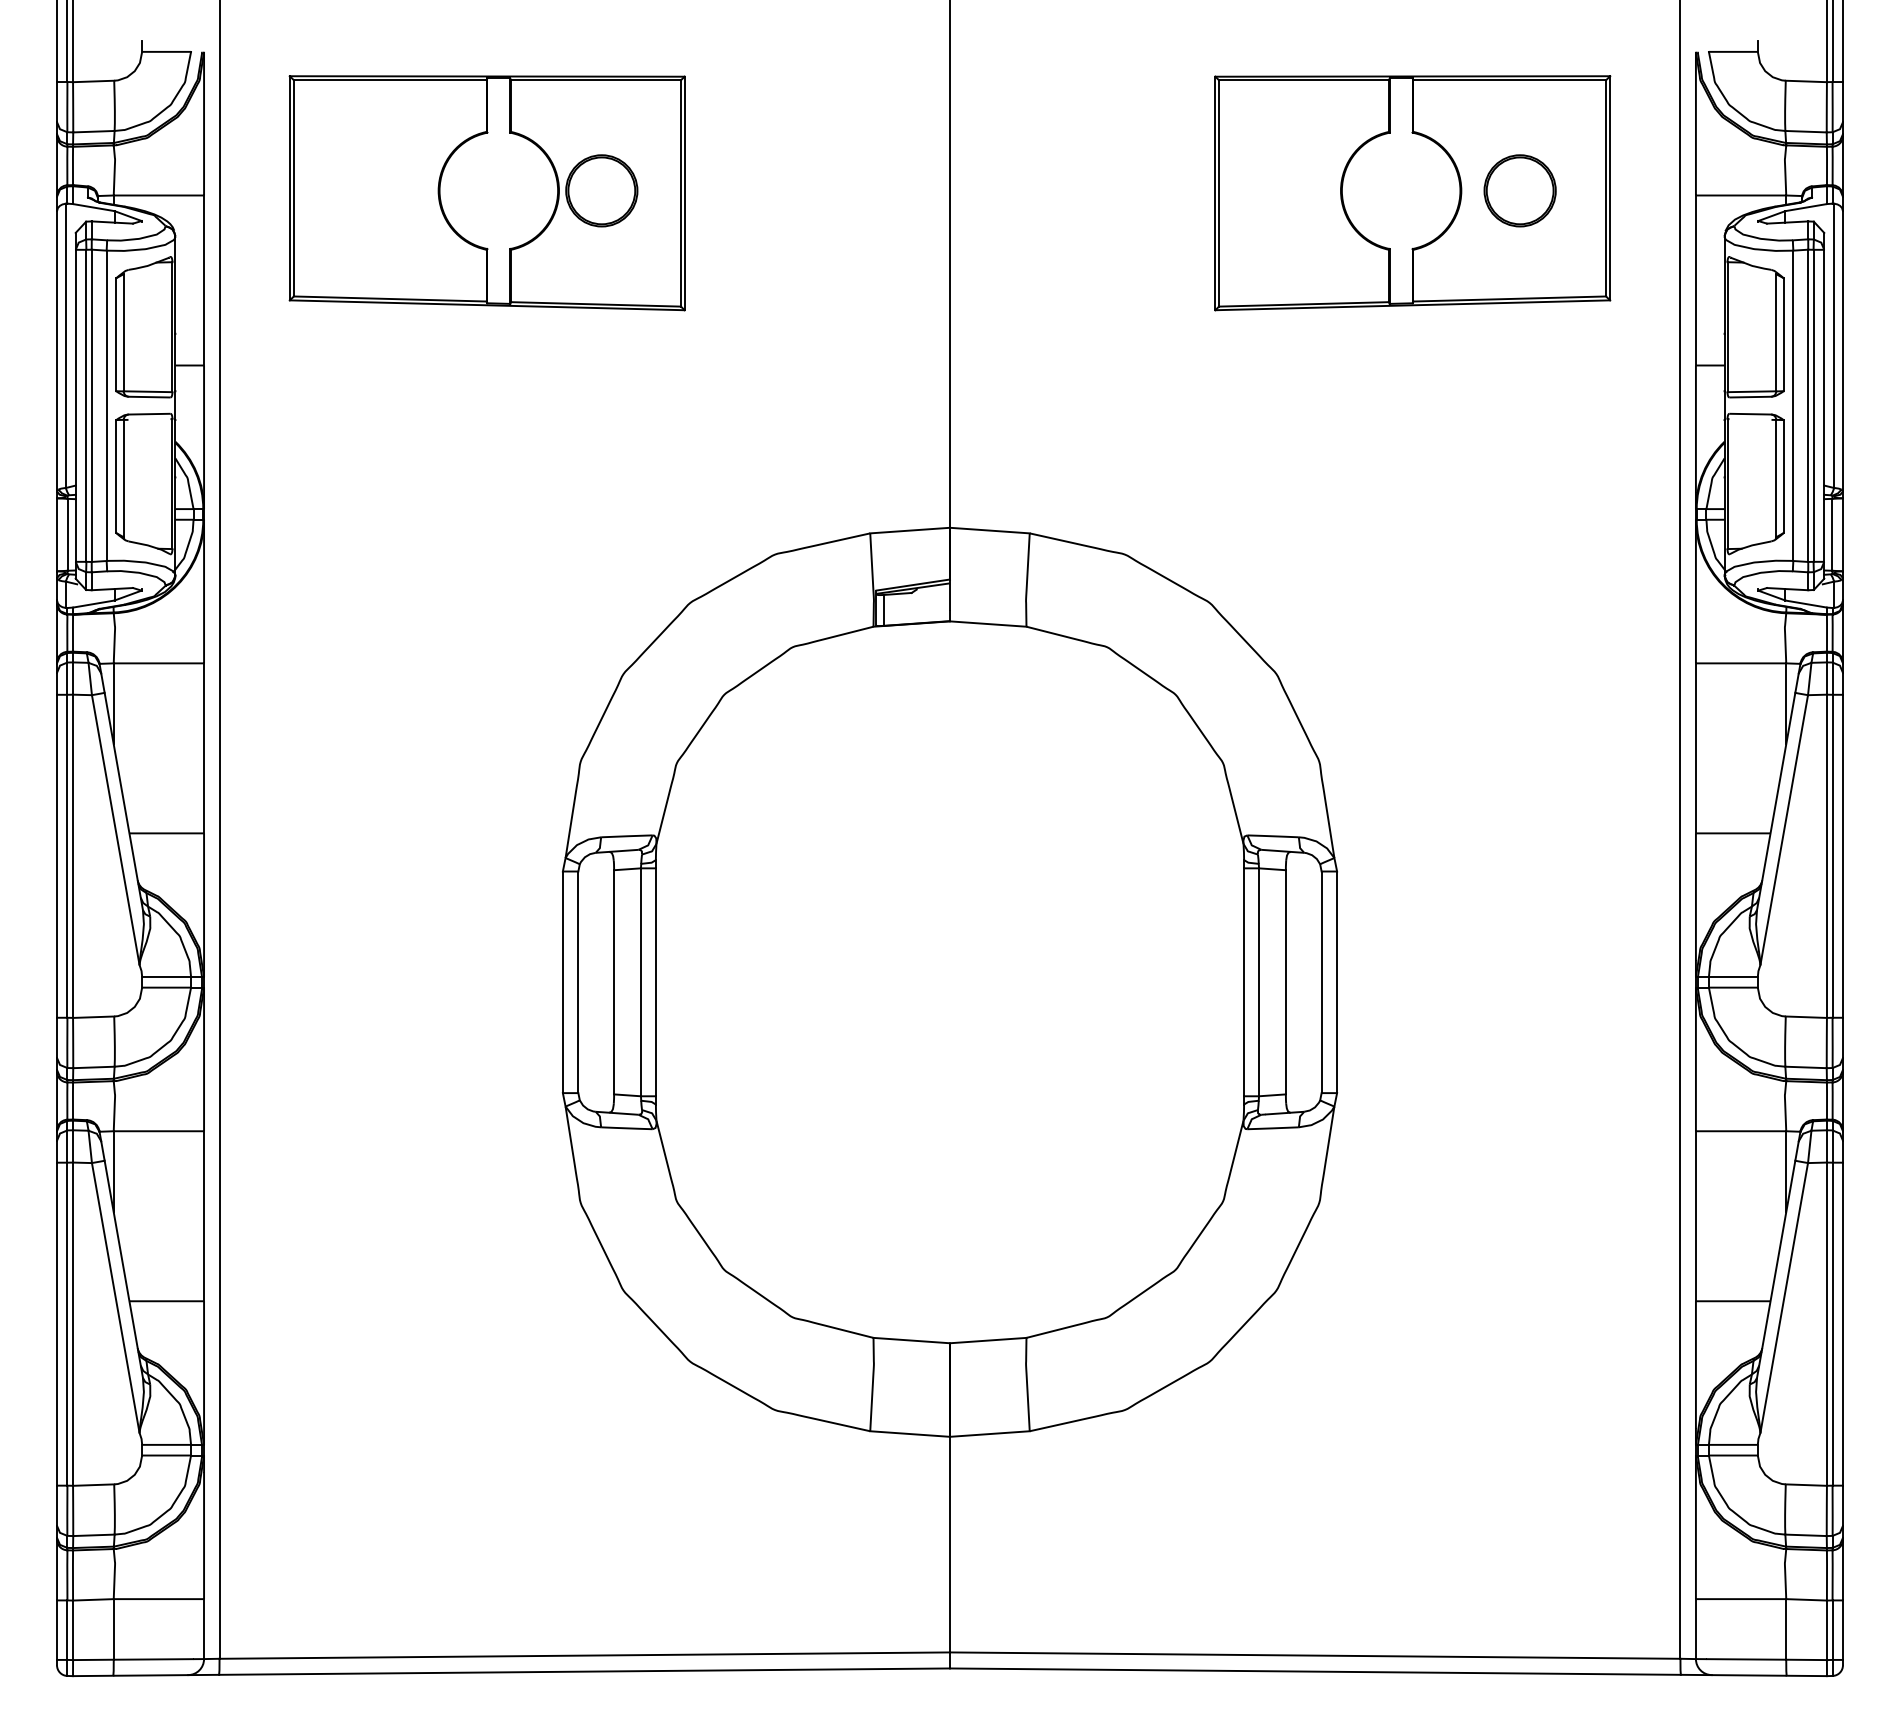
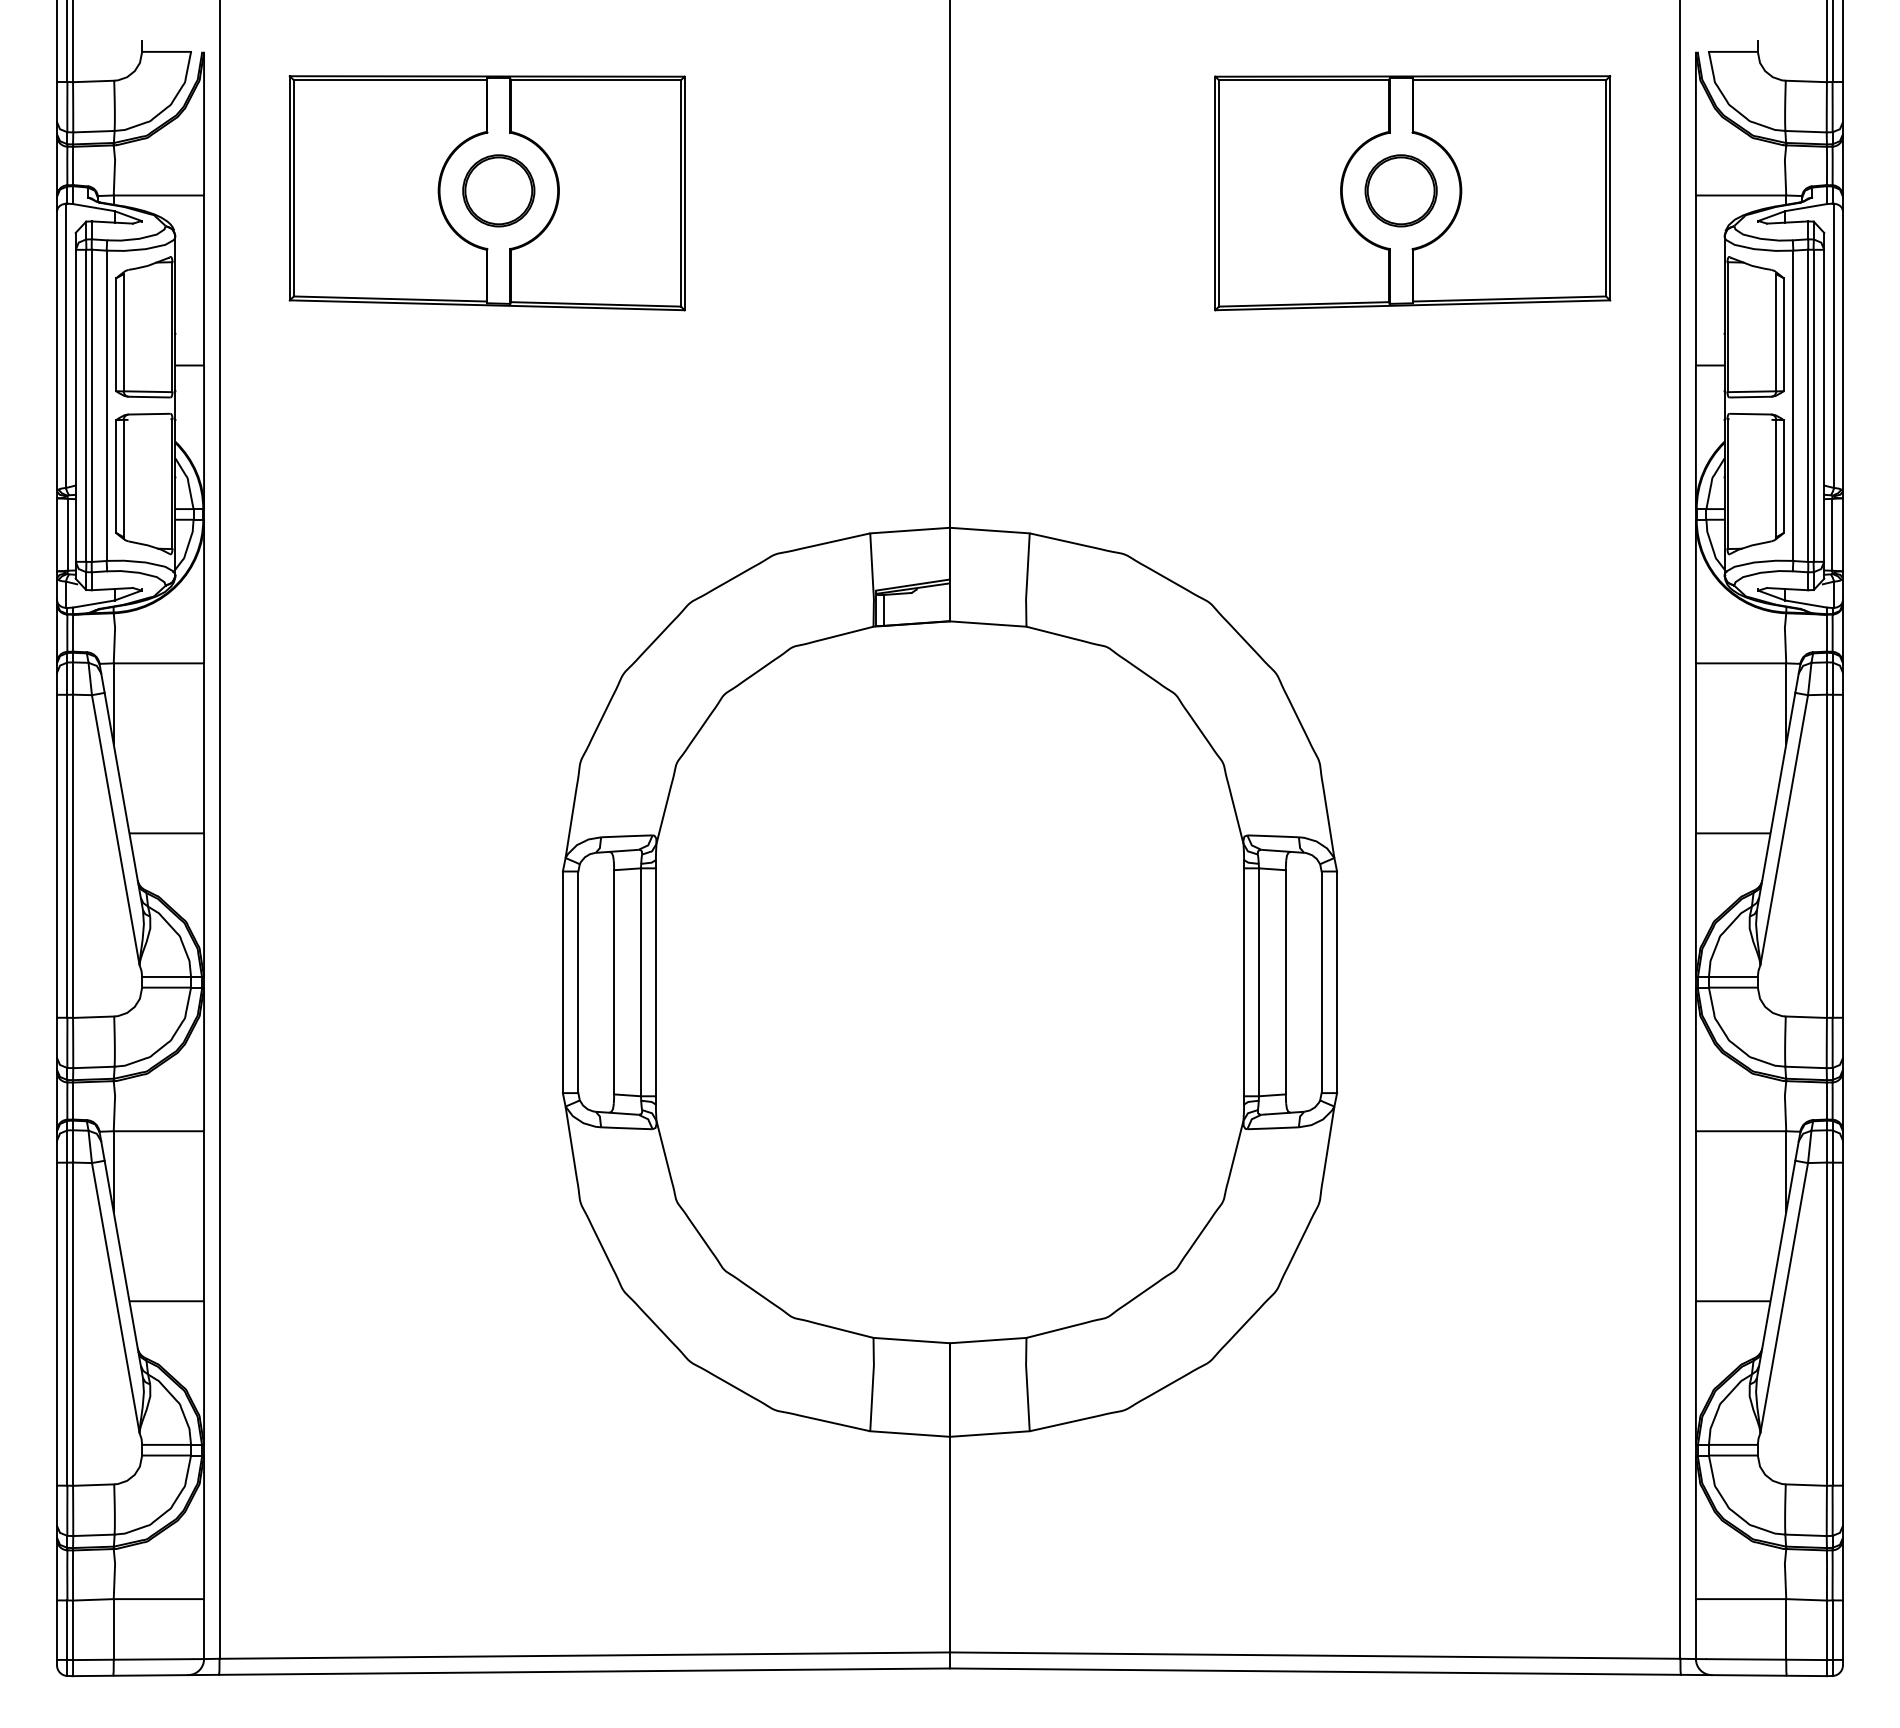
part at (601, 190) position: (601, 190) -> (498, 190)
part at (1519, 190) position: (1519, 190) -> (1400, 190)
